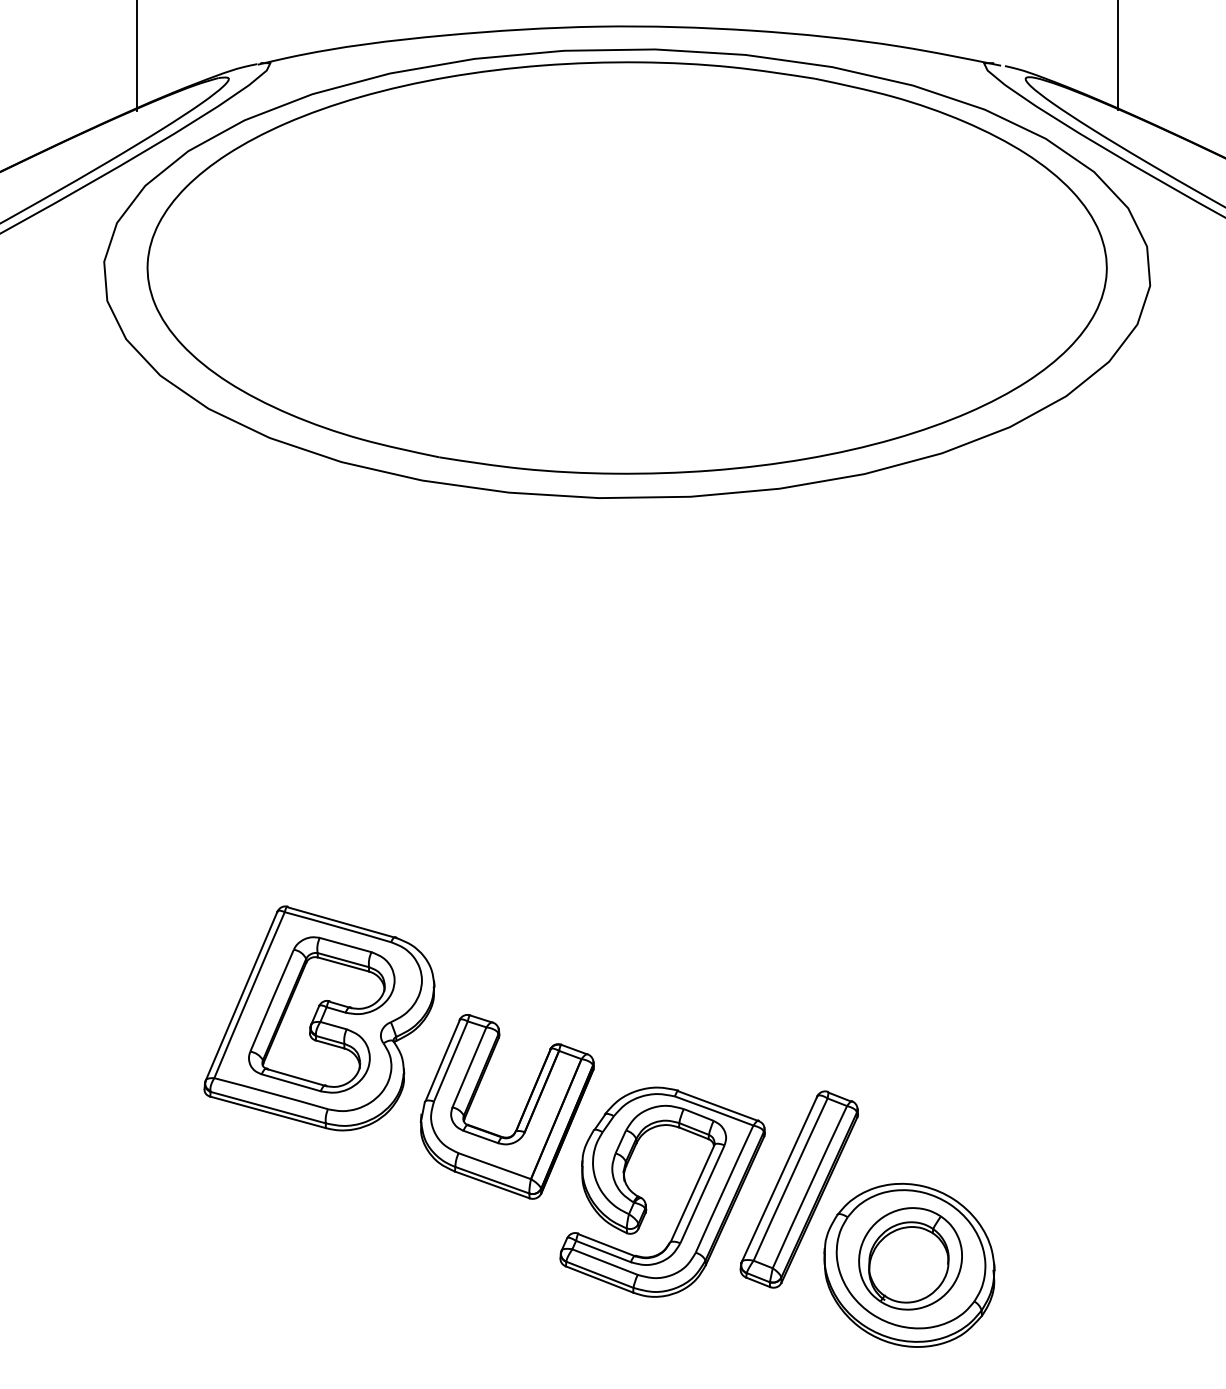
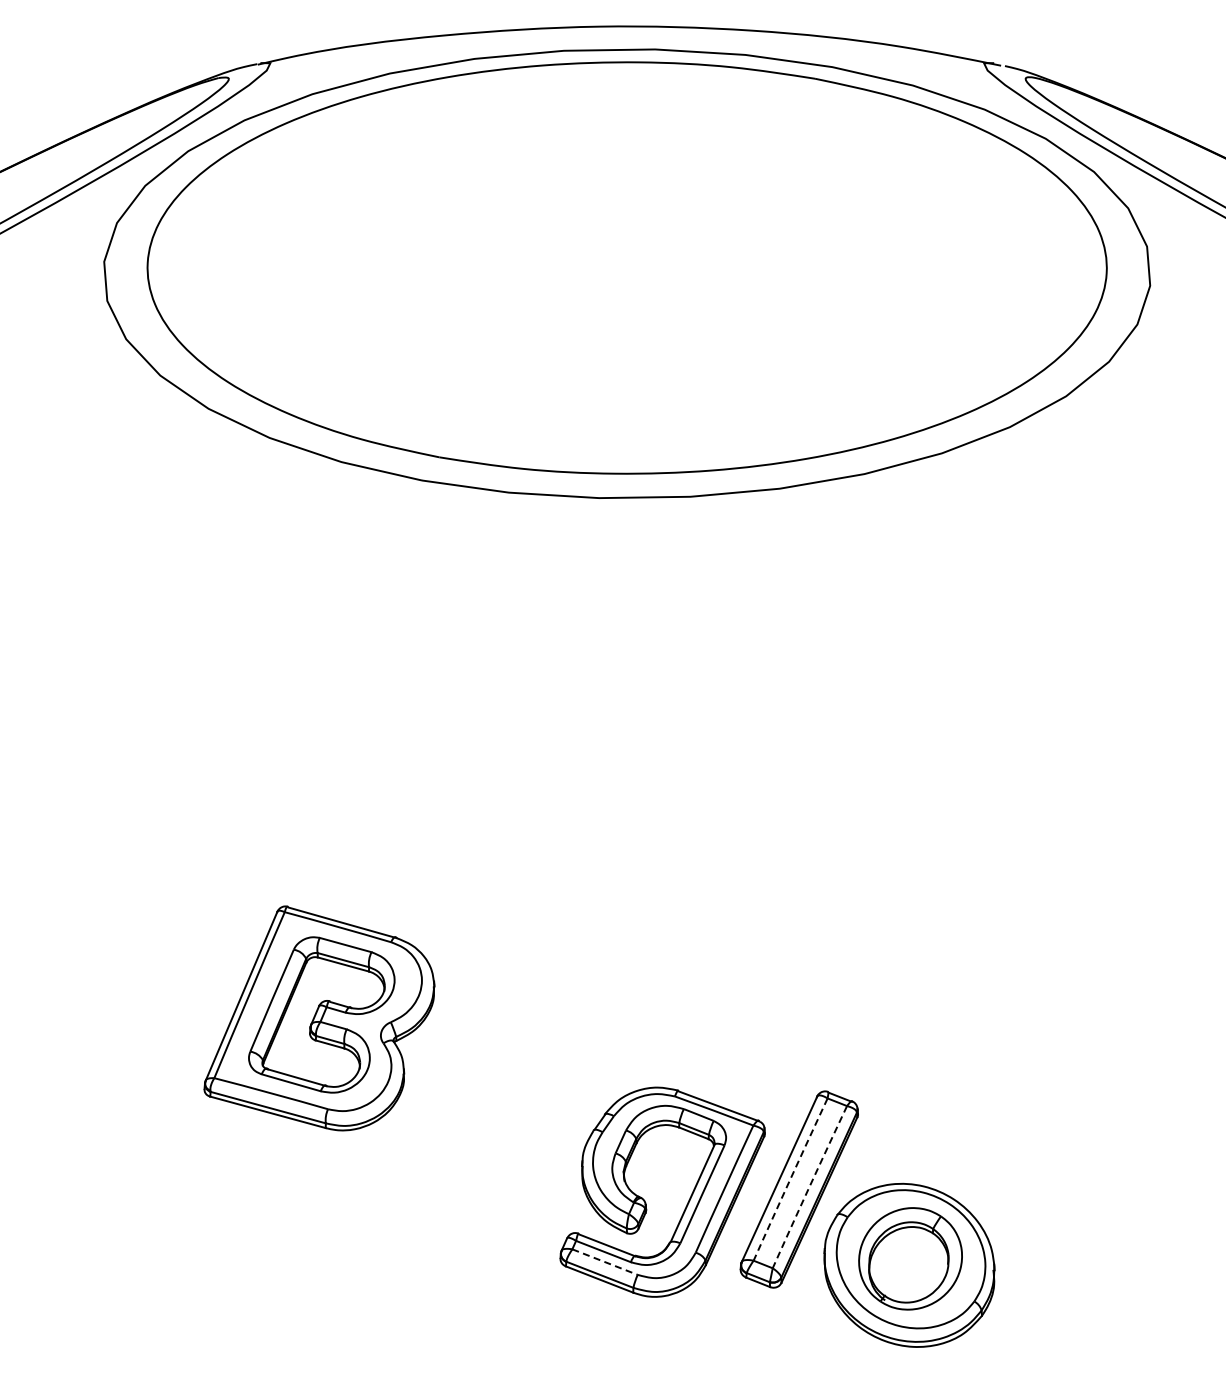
line at (1117, 55): present -> none
line at (136, 56): present -> none
part at (522, 1112): present -> none
arc at (790, 1179): solid -> dashed
arc at (809, 1187): solid -> dashed
line at (605, 1262): solid -> dashed
